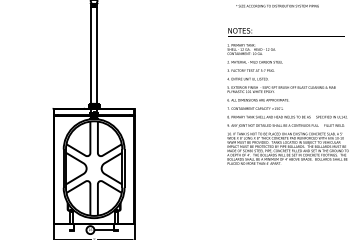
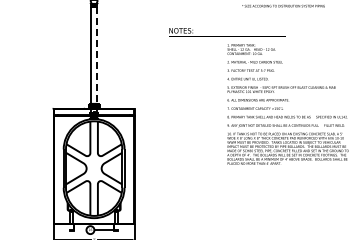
text at (277, 5) position: (277, 5) -> (283, 5)
text at (286, 32) position: (286, 32) -> (227, 32)
line at (96, 56): solid -> dashed
